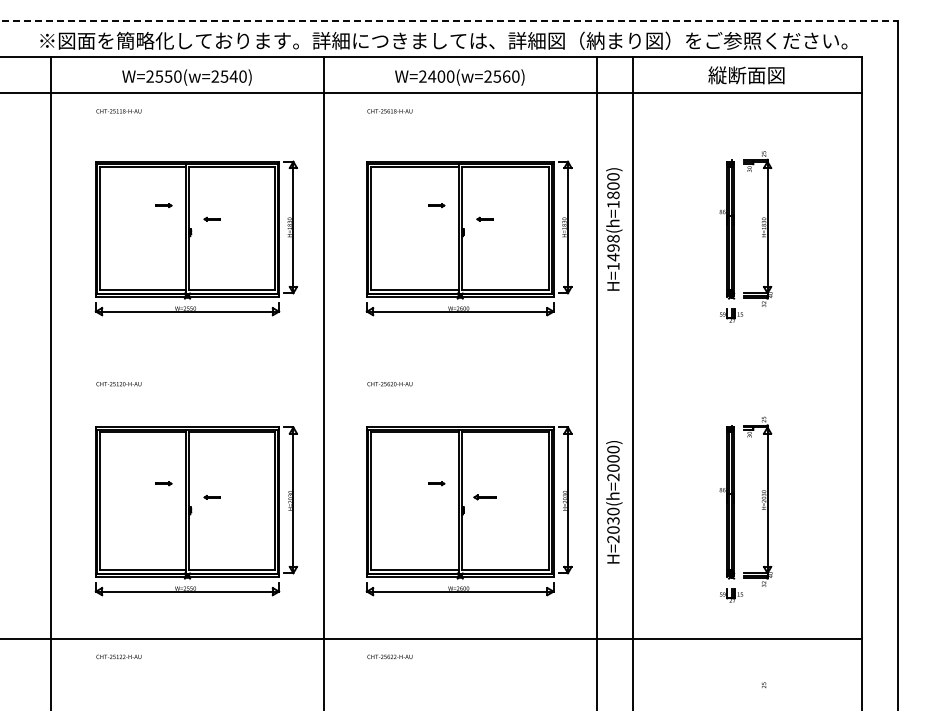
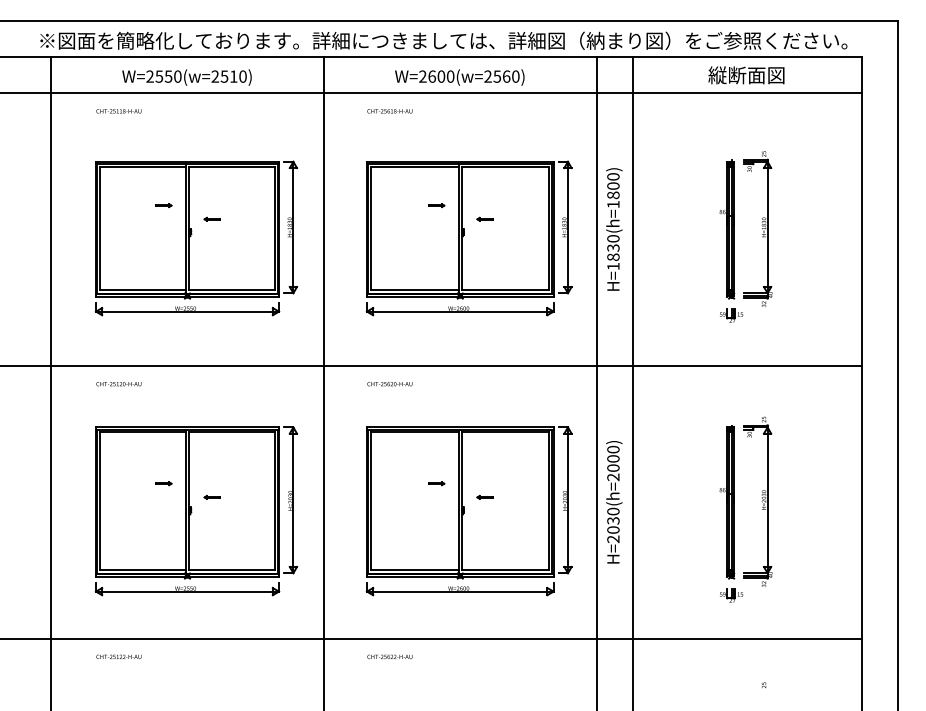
line at (449, 21): dashed -> solid
text at (233, 76): W=2550(w=2540) -> W=2550(w=2510)
text at (432, 76): W=2400(w=2560) -> W=2600(w=2560)
text at (613, 248): H=1498(h=1800) -> H=1830(h=1800)
line at (432, 365): none -> present
part at (484, 497) size: 24x7 px -> 18x5 px
